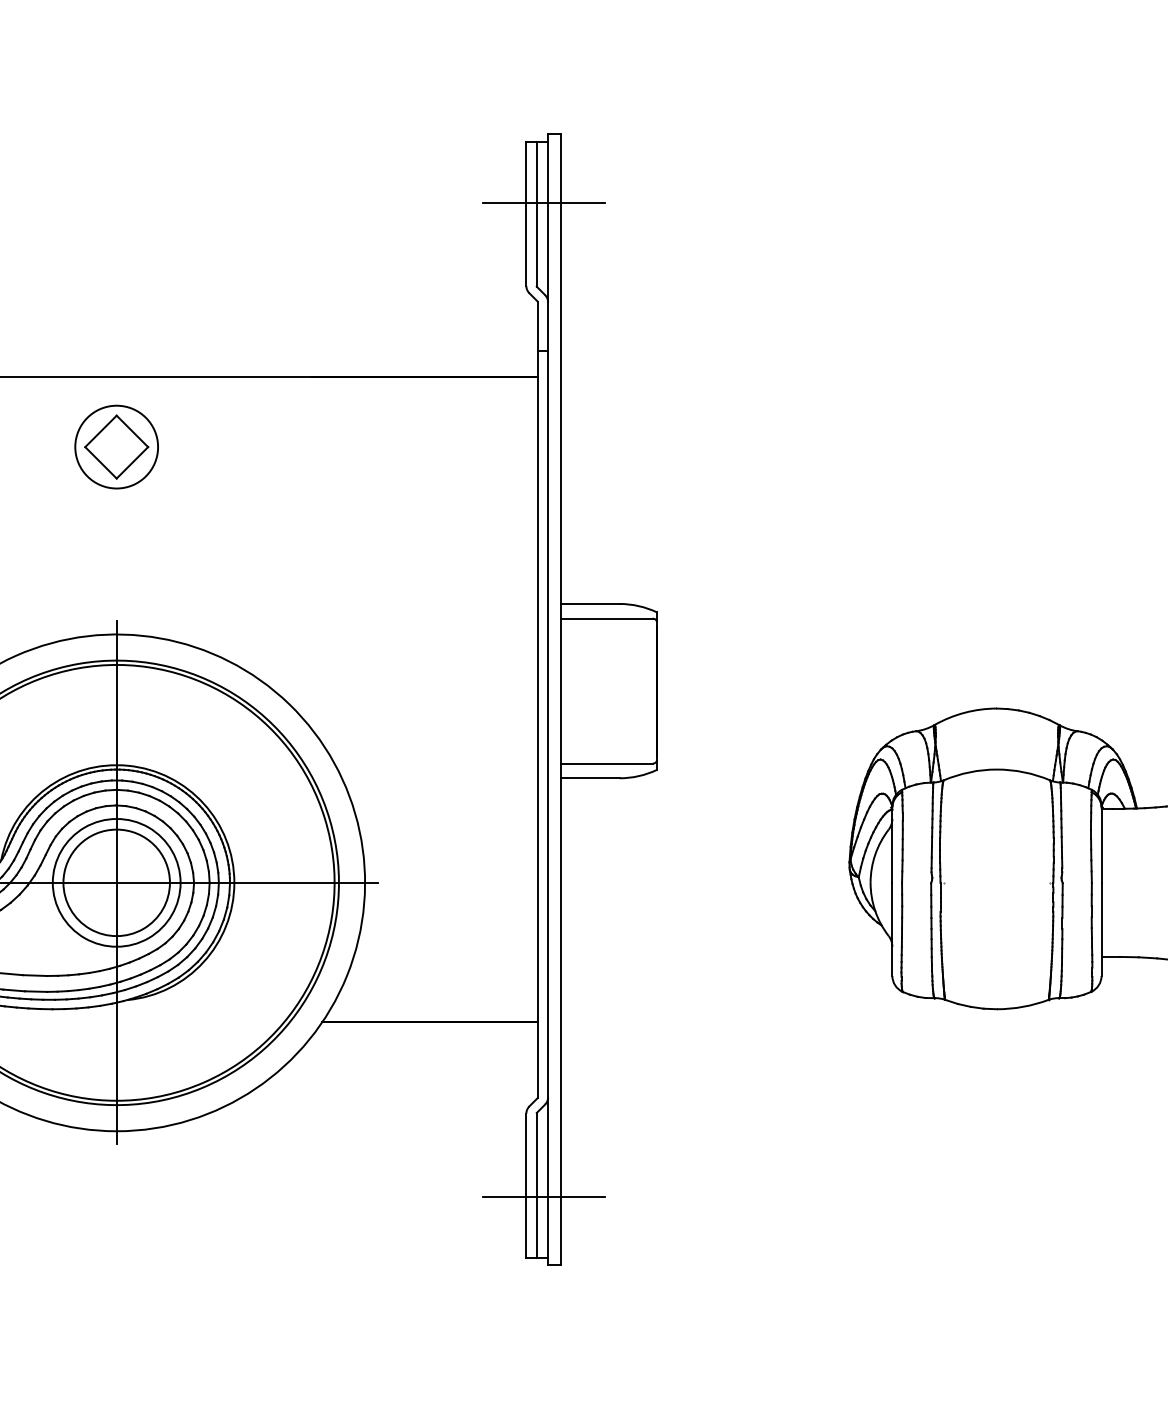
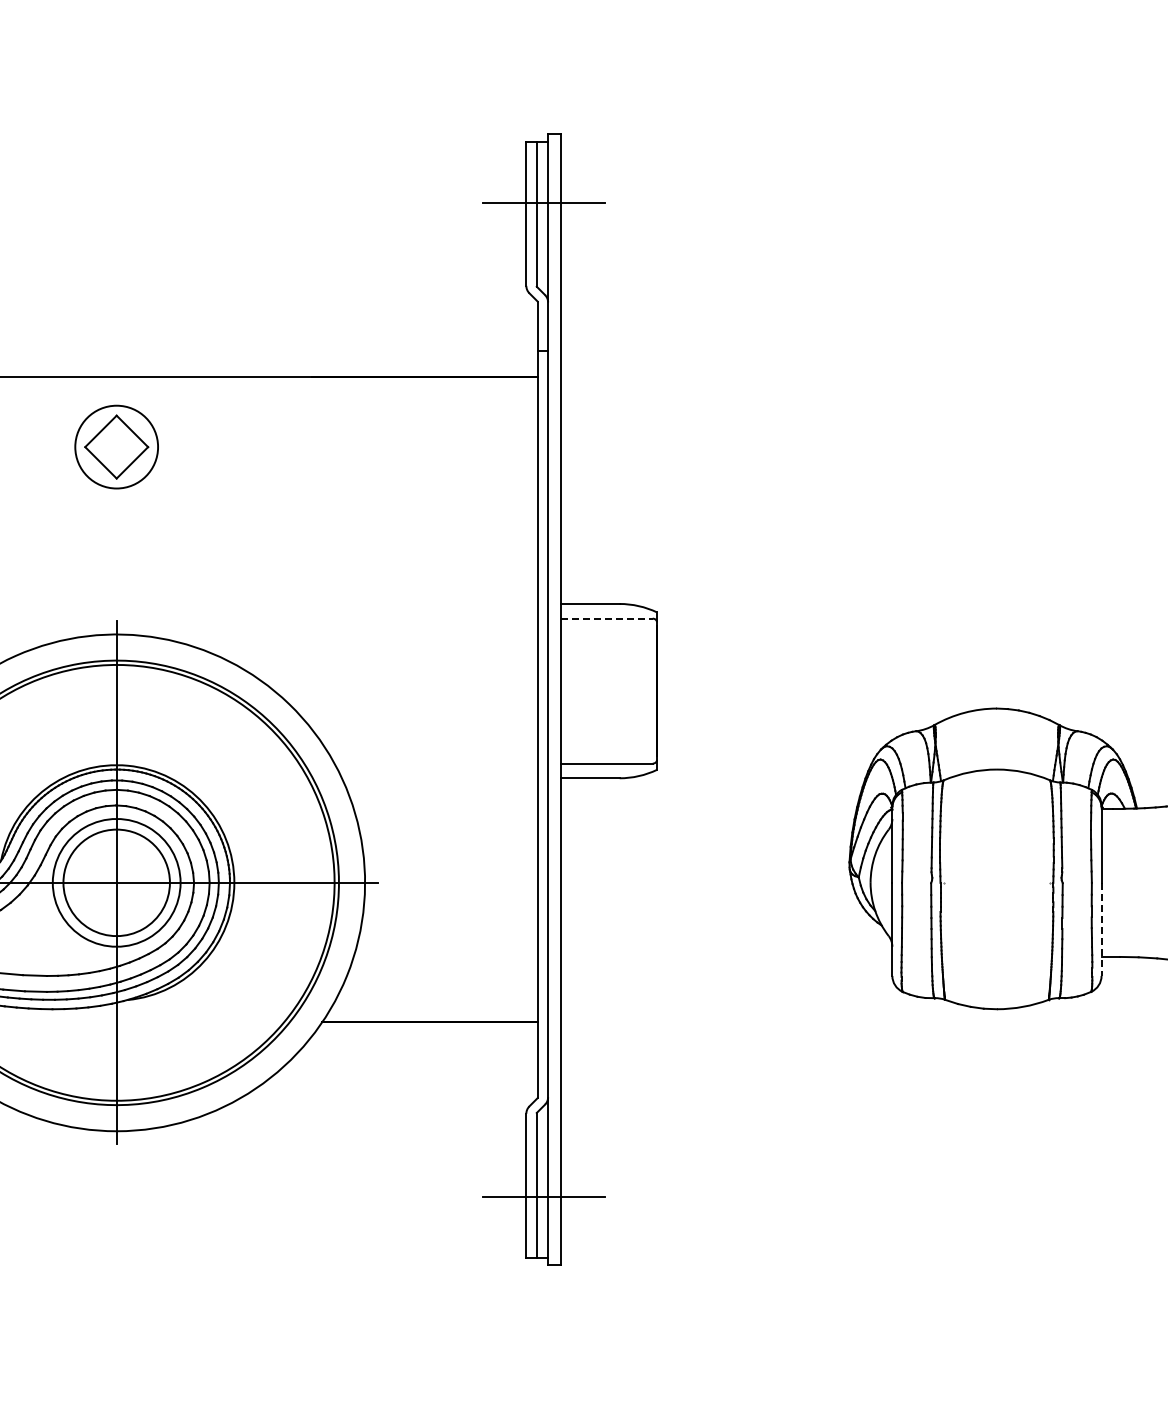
line at (606, 618): solid -> dashed
line at (1101, 929): solid -> dashed
